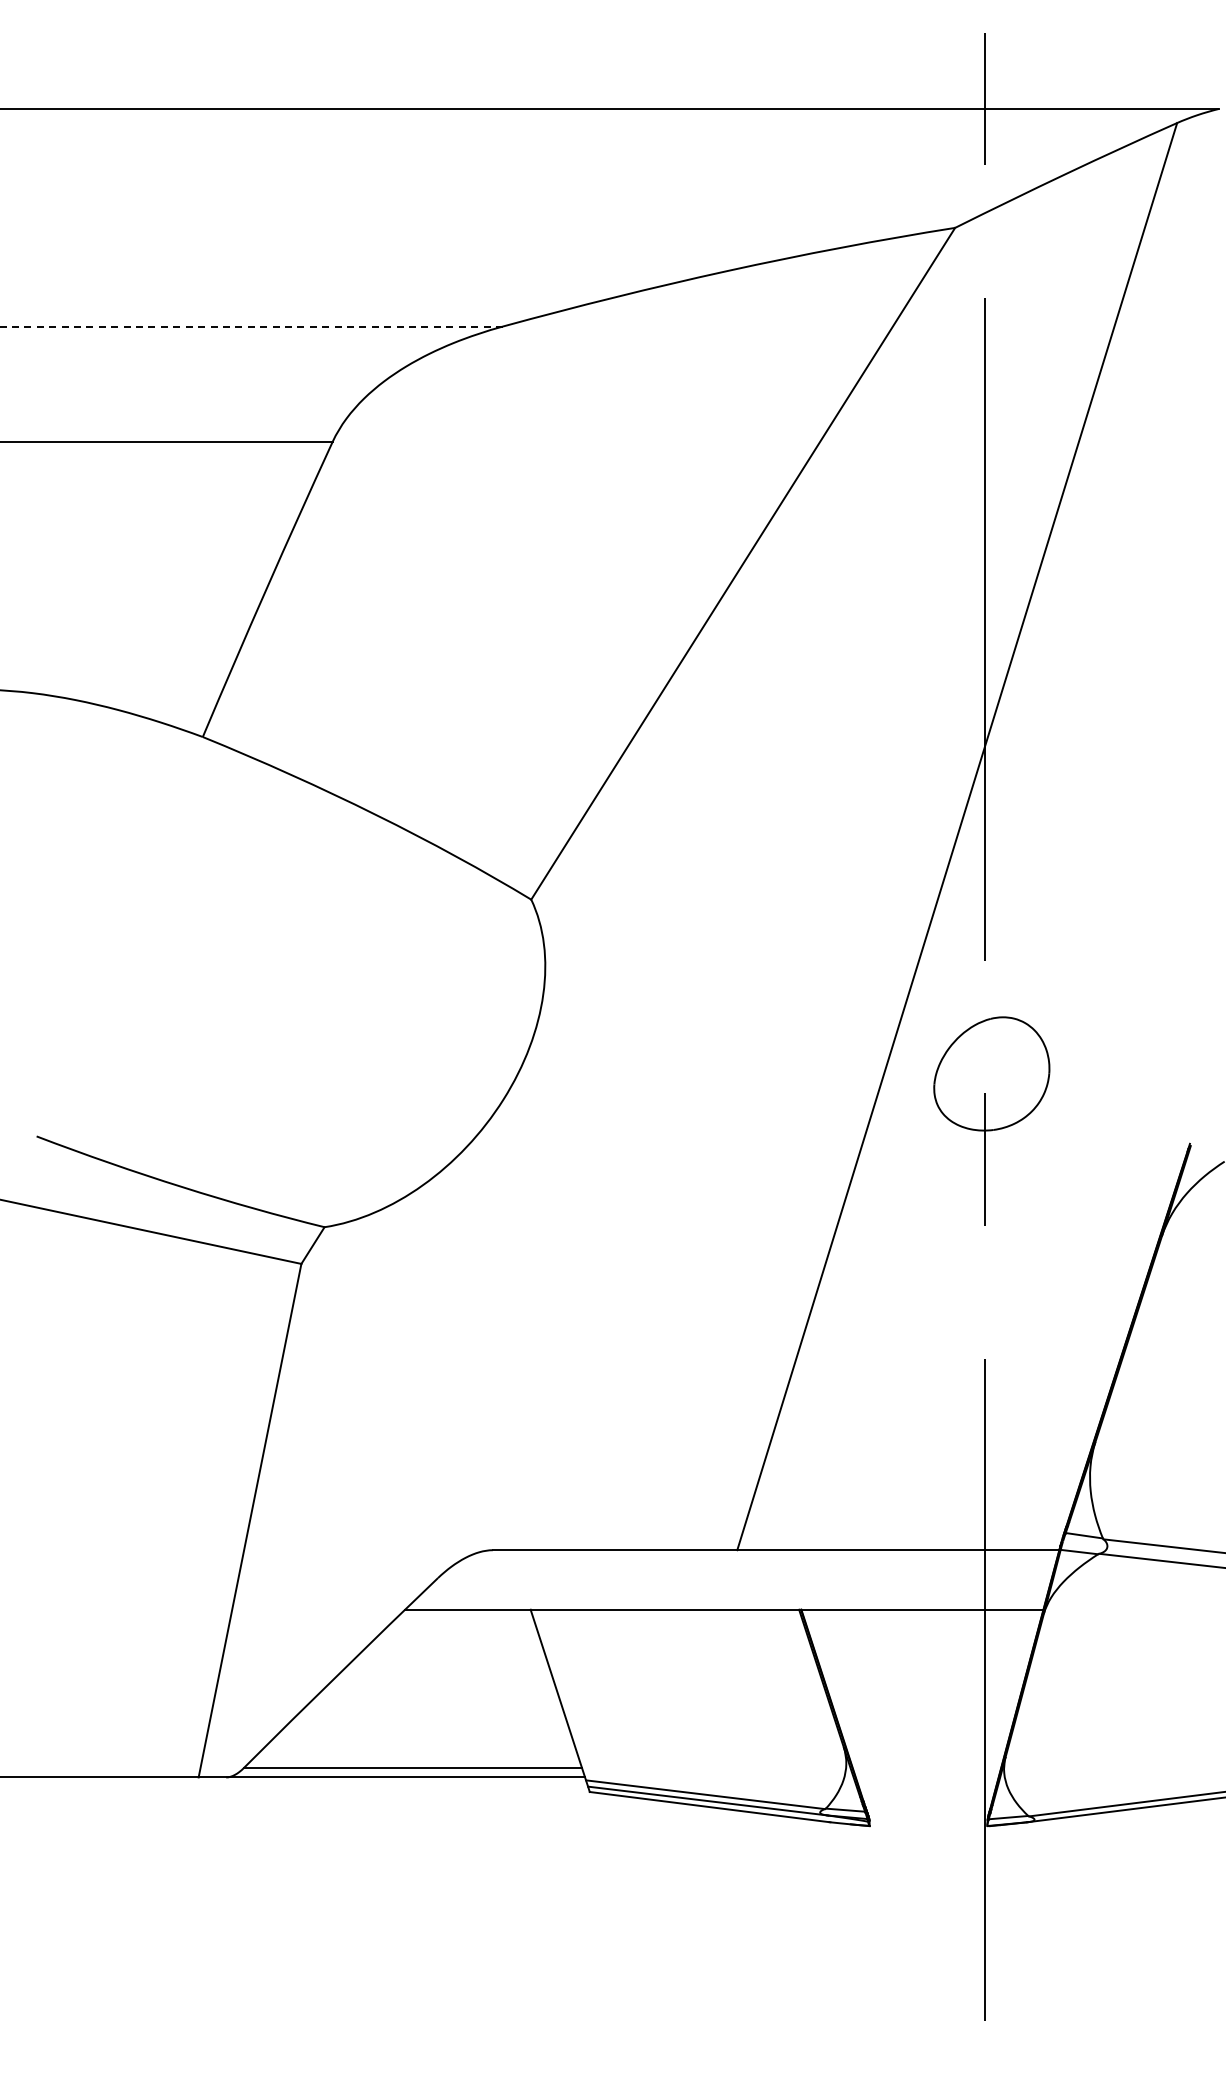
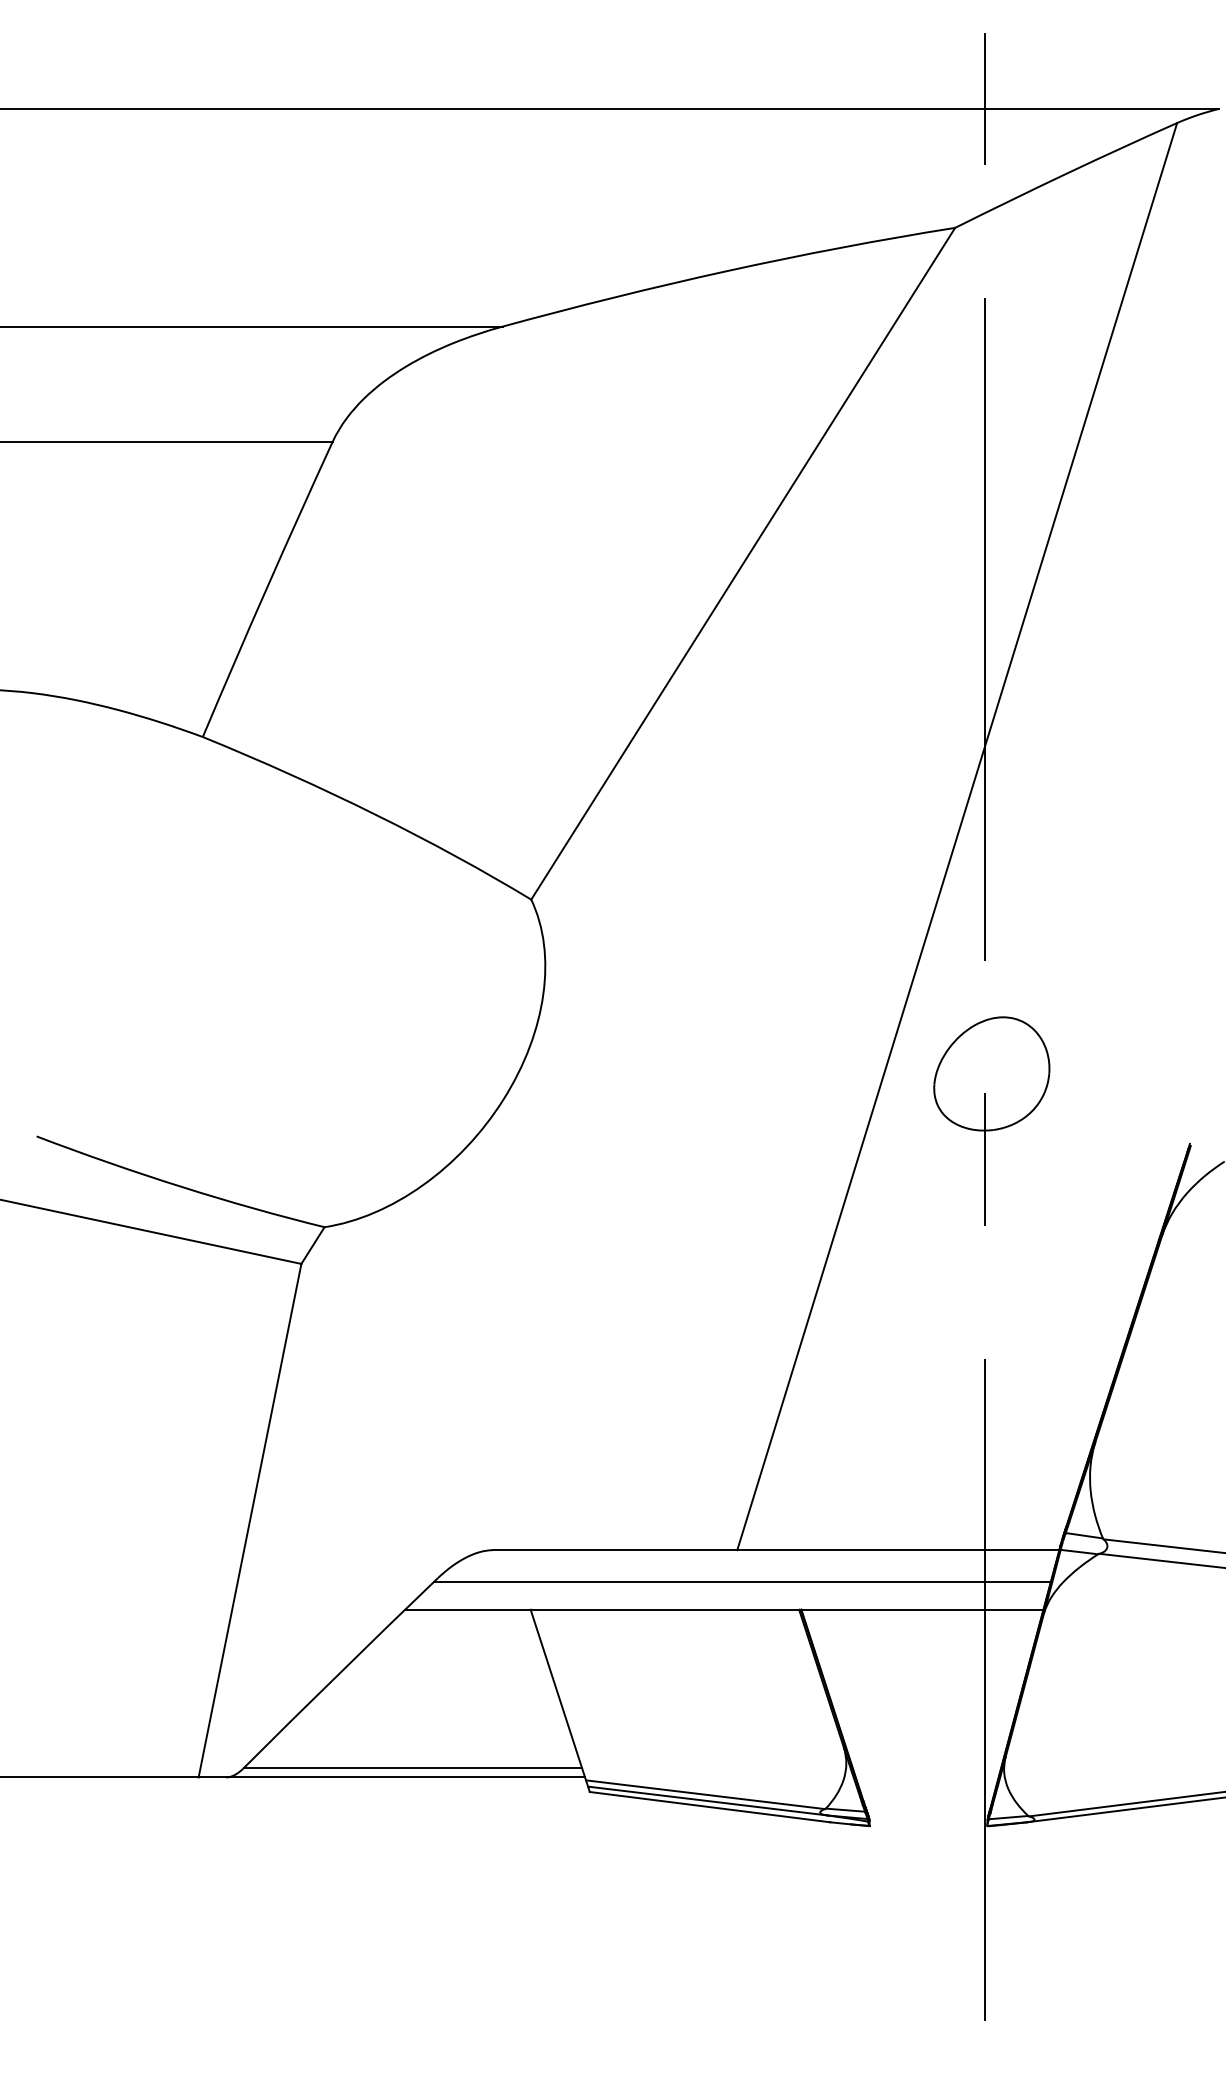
line at (251, 326): dashed -> solid
line at (742, 1581): none -> present
